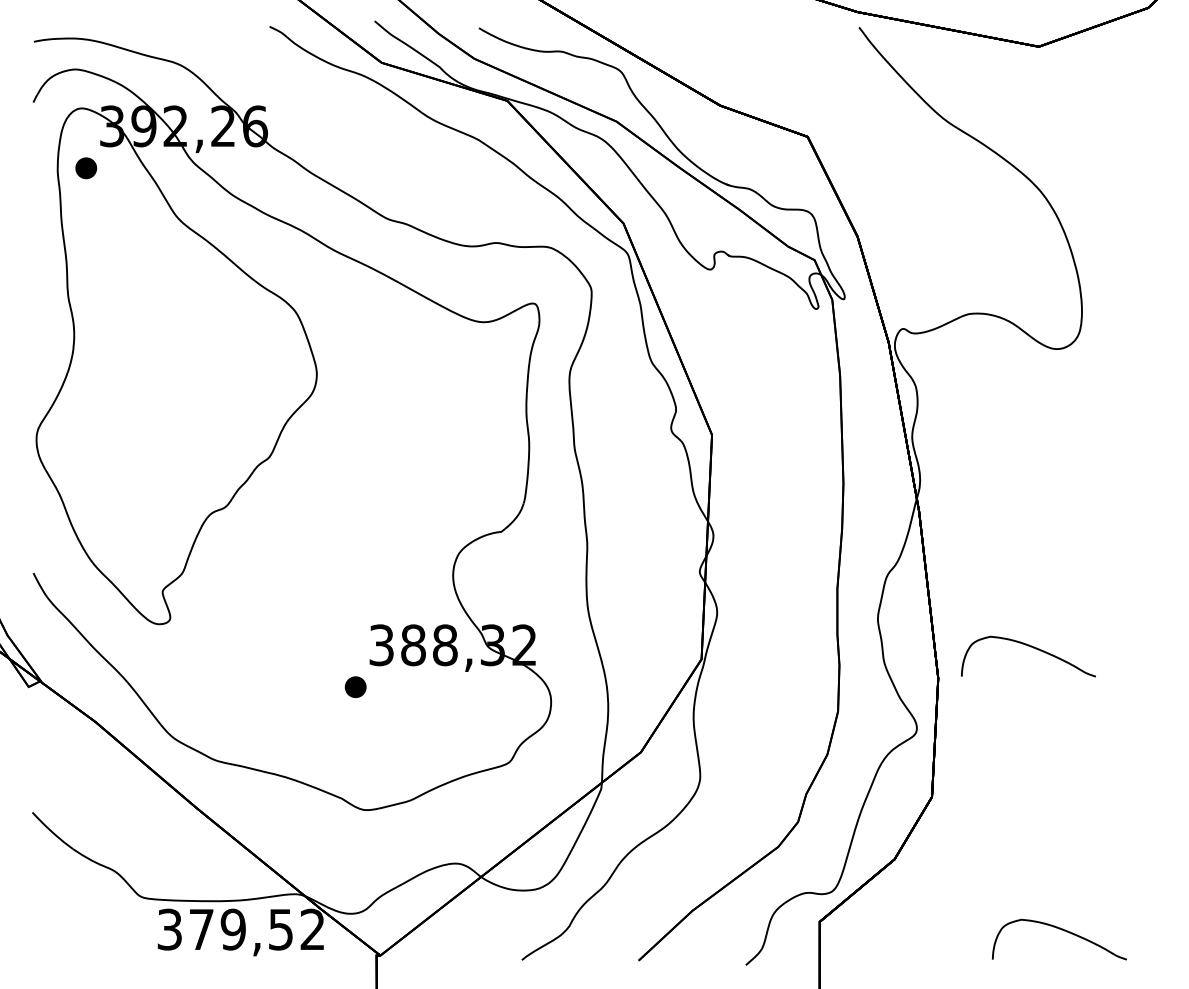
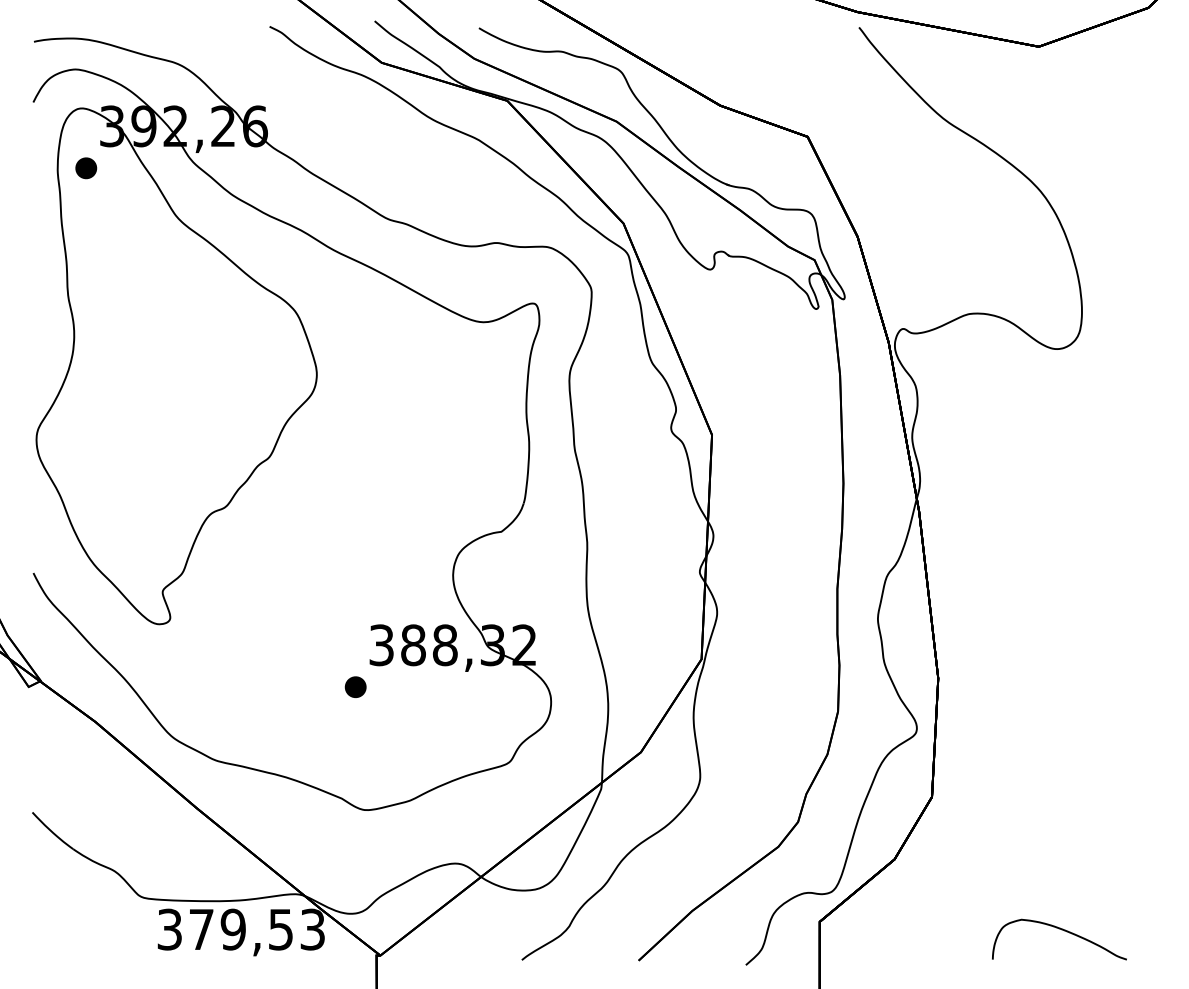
curve at (1030, 647): present -> none
text at (312, 929): 379,52 -> 379,53
